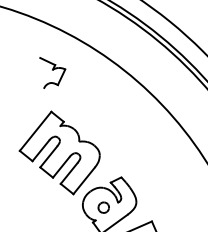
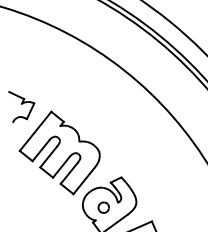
part at (52, 72) position: (52, 72) -> (21, 106)
